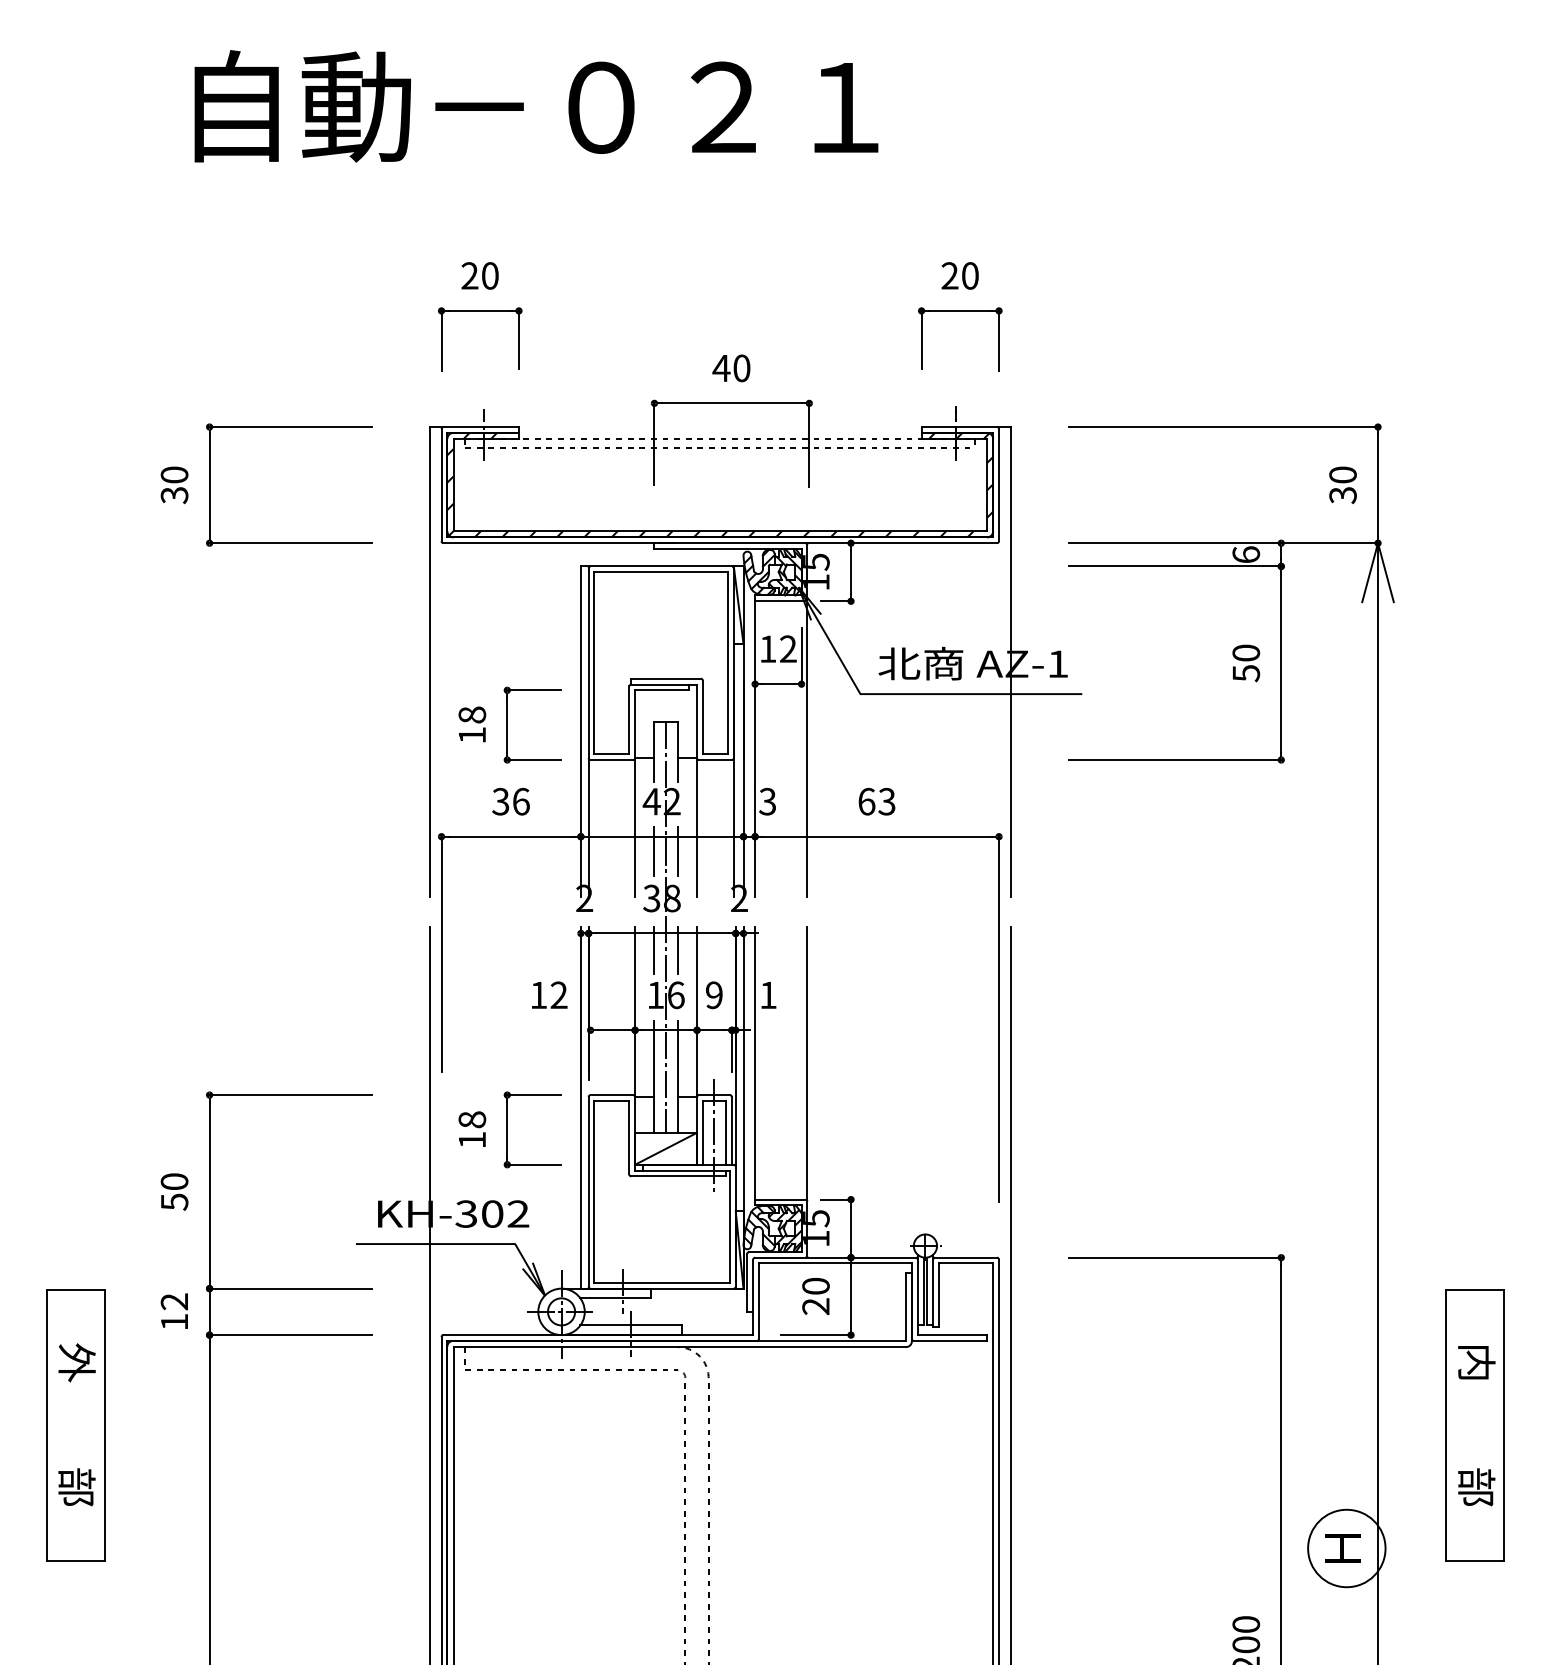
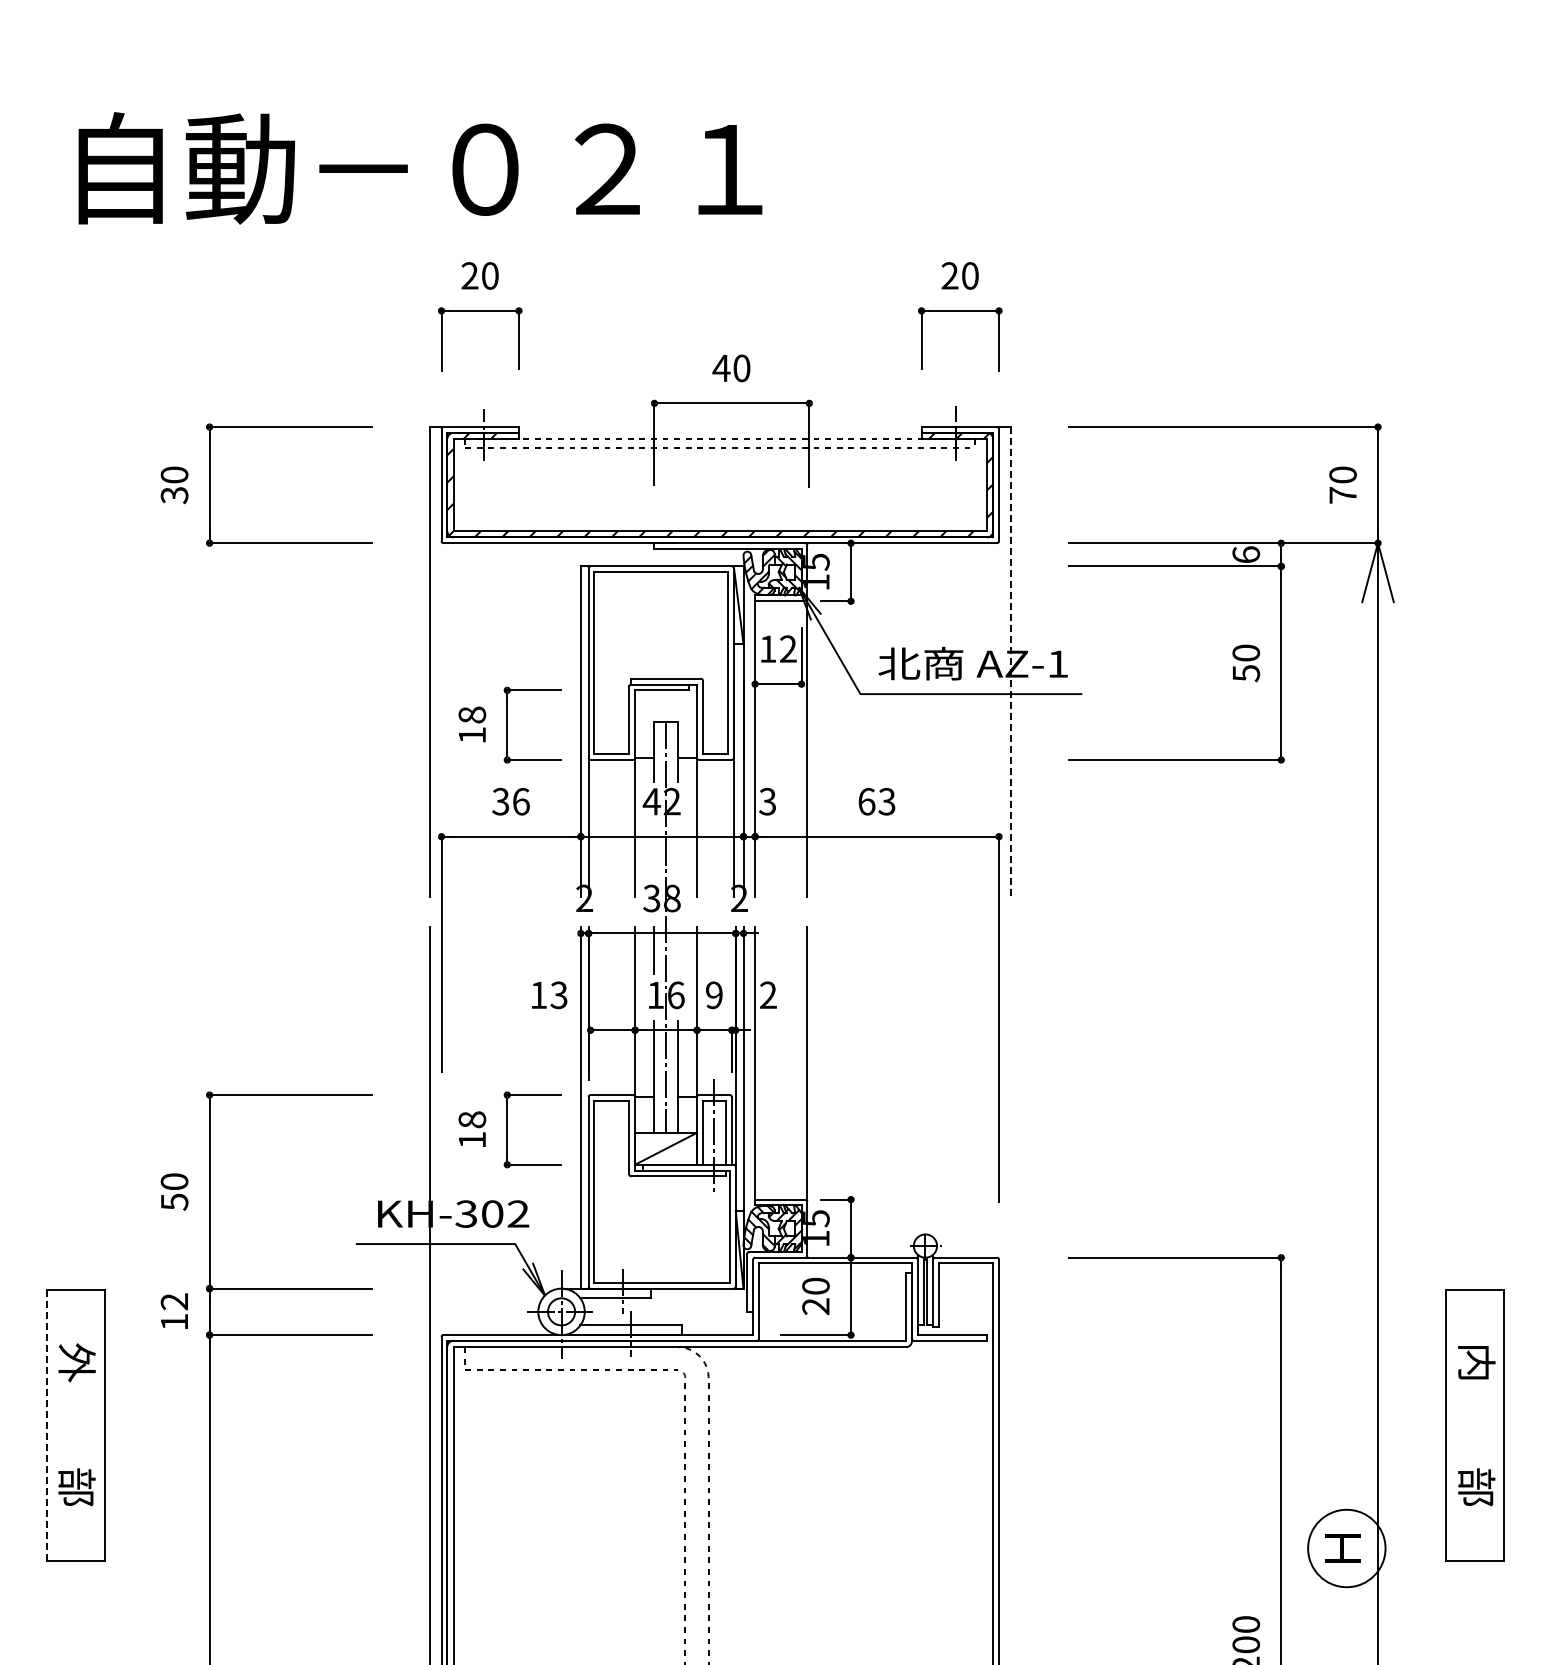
text at (536, 106) position: (536, 106) -> (420, 168)
text at (1342, 495): 30 -> 70
line at (1010, 662): solid -> dashed
line at (654, 851): present -> none
line at (677, 851): present -> none
line at (677, 949): present -> none
text at (768, 994): 1 -> 2
text at (558, 995): 12 -> 13
line at (1010, 1293): present -> none
line at (46, 1424): solid -> dashed
